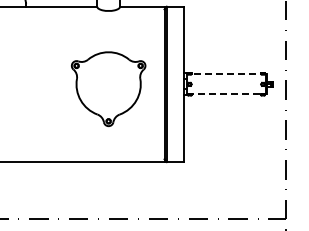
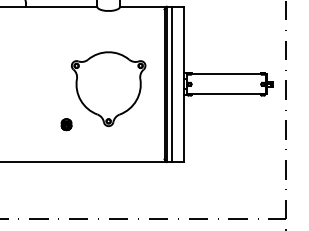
line at (226, 74): dashed -> solid
line at (172, 84): none -> present
line at (227, 94): dashed -> solid
part at (66, 124): none -> present
